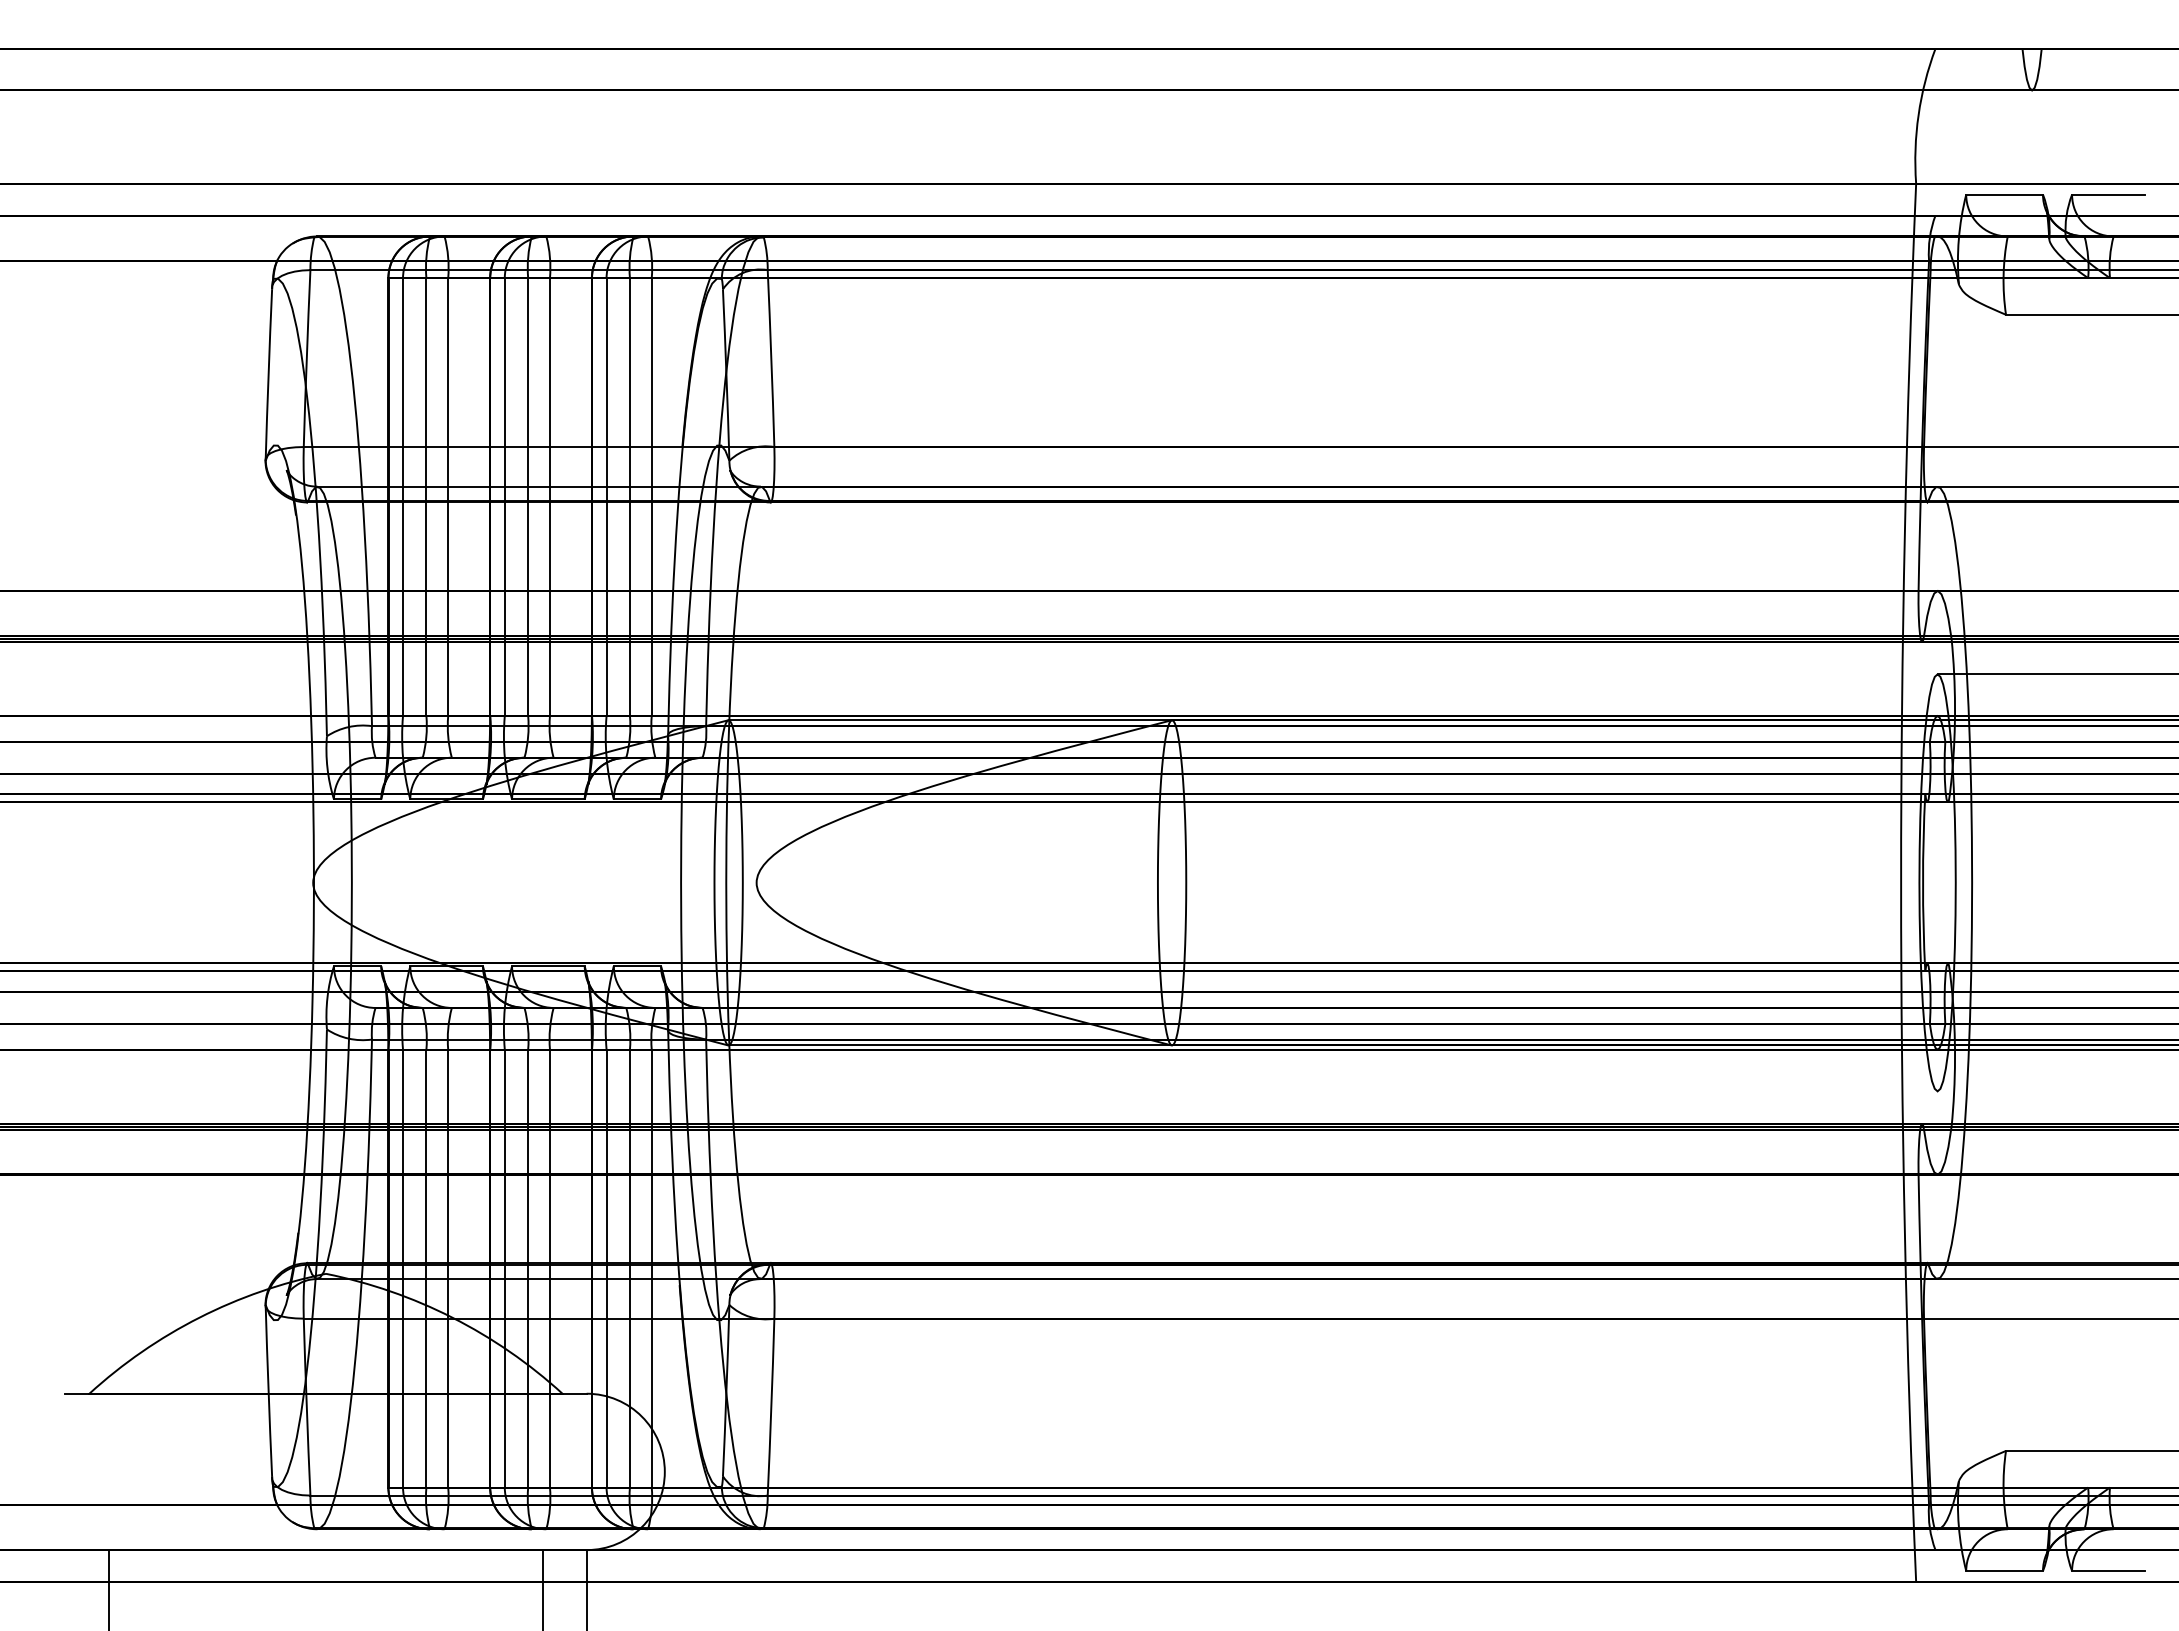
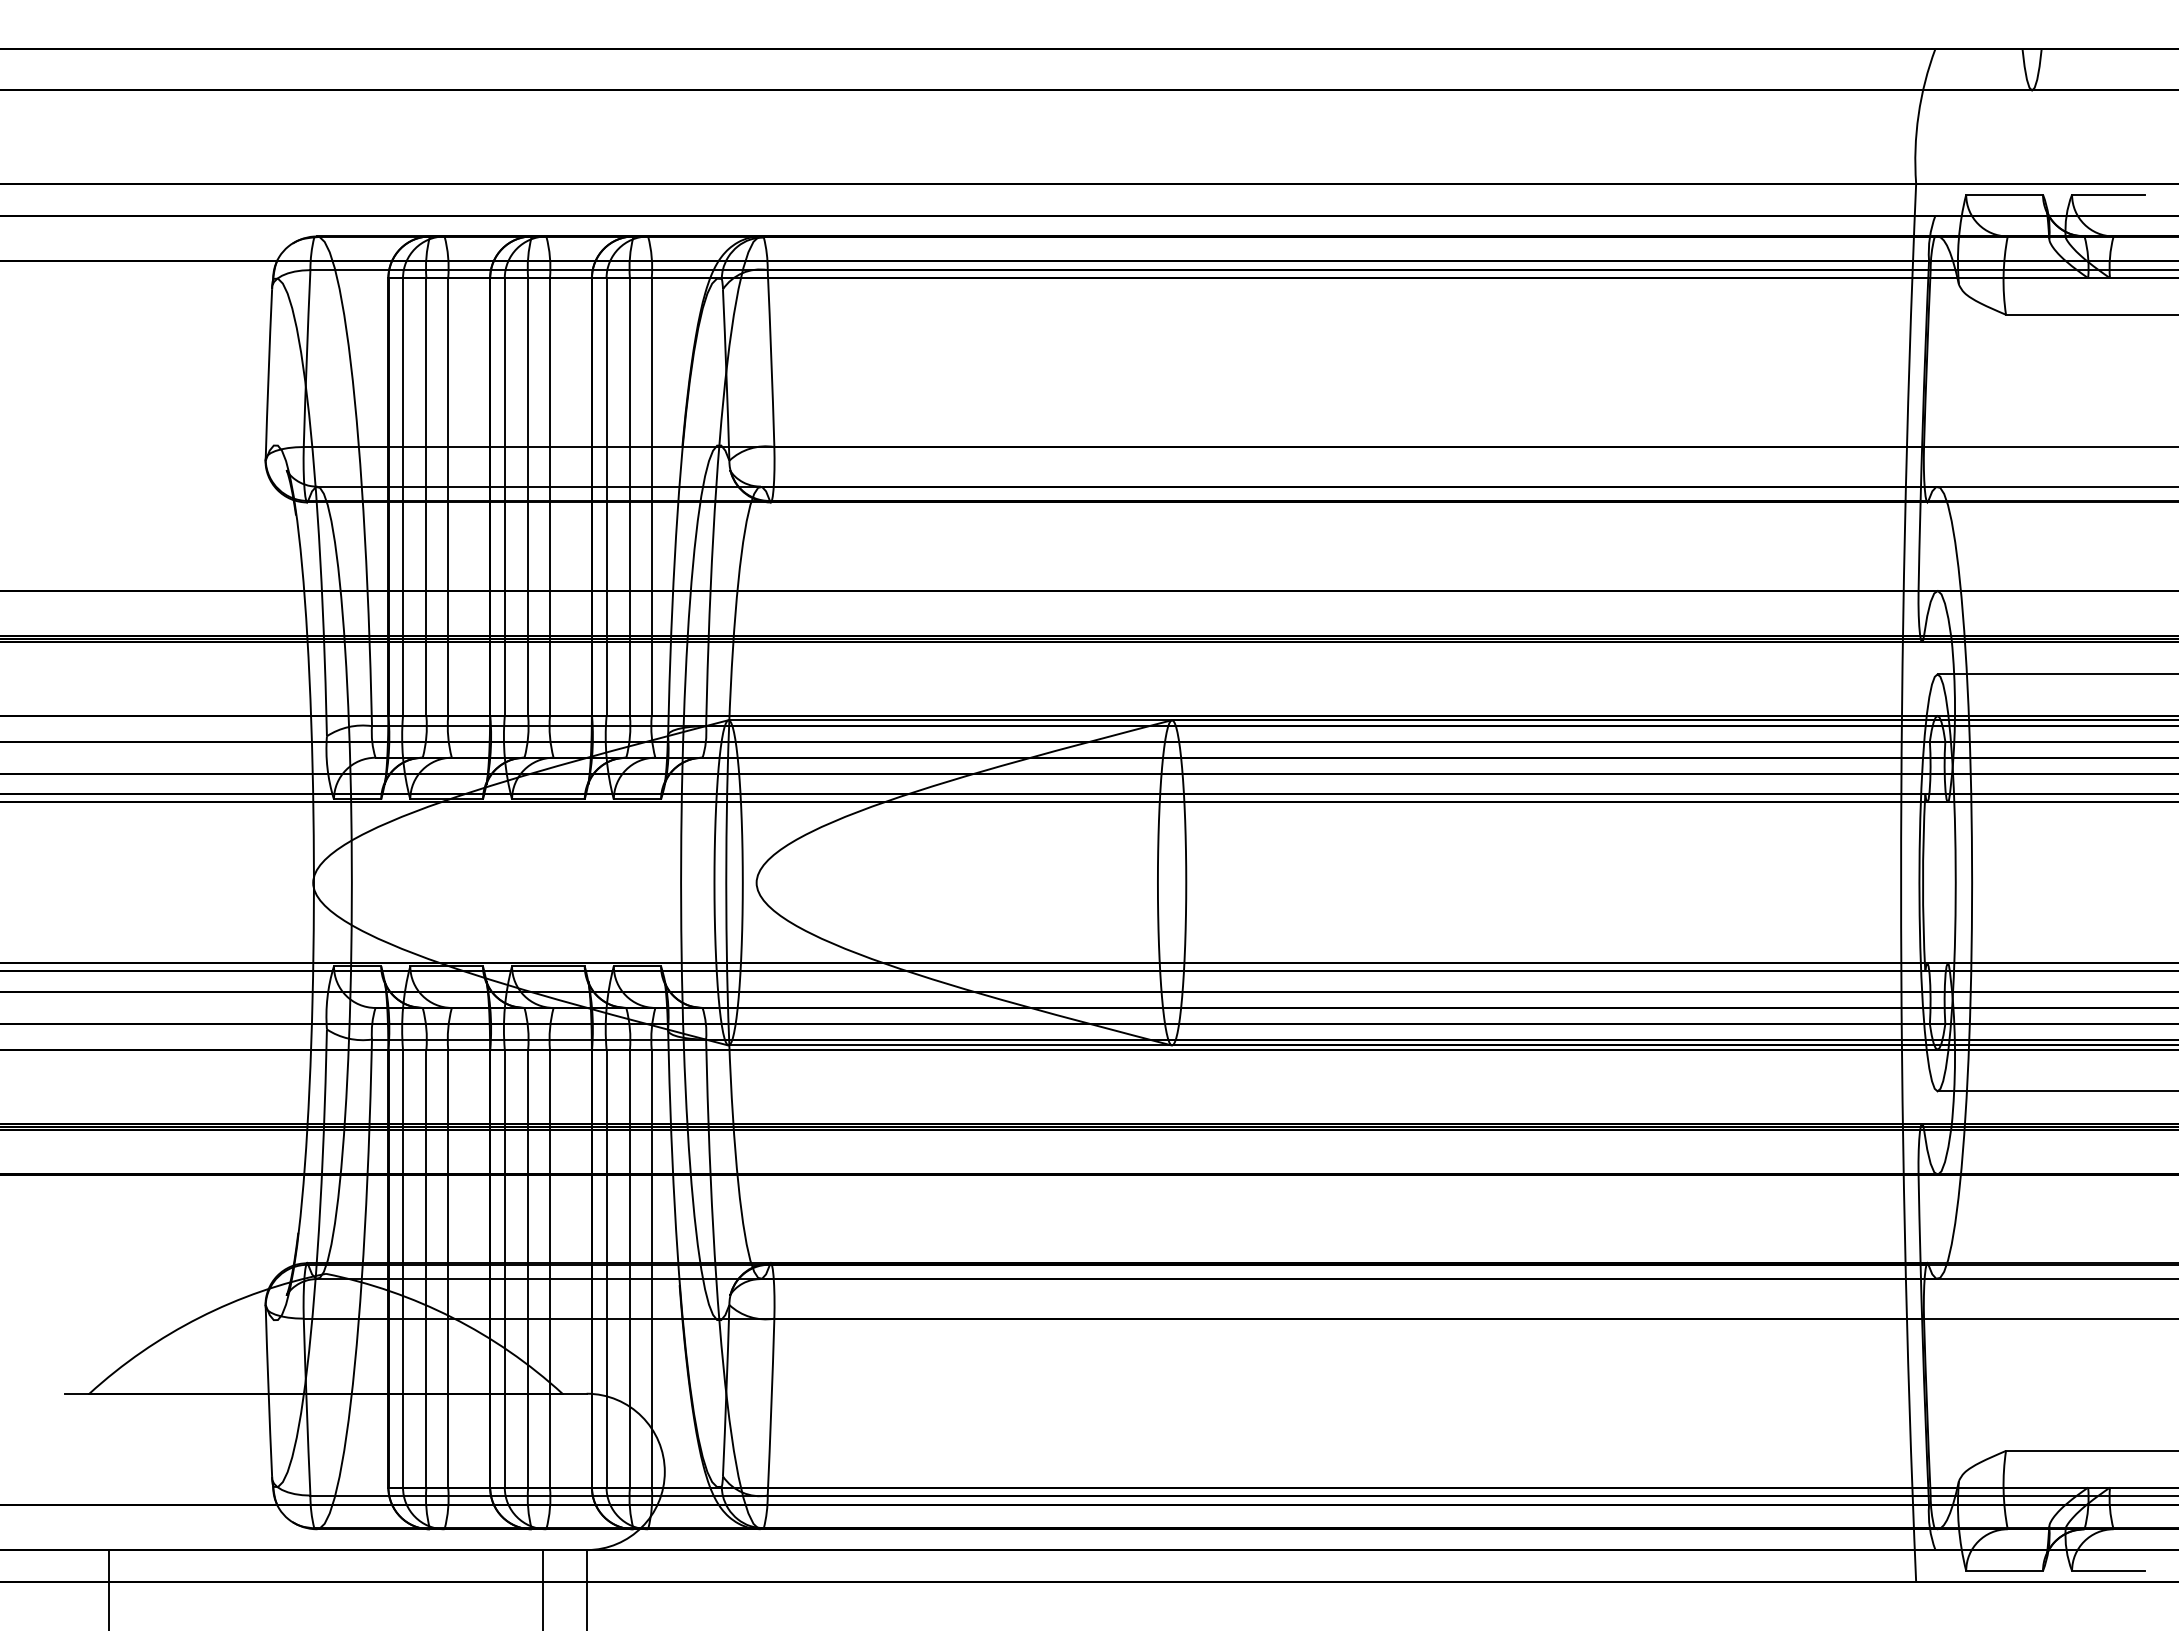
line at (2056, 1091): none -> present
